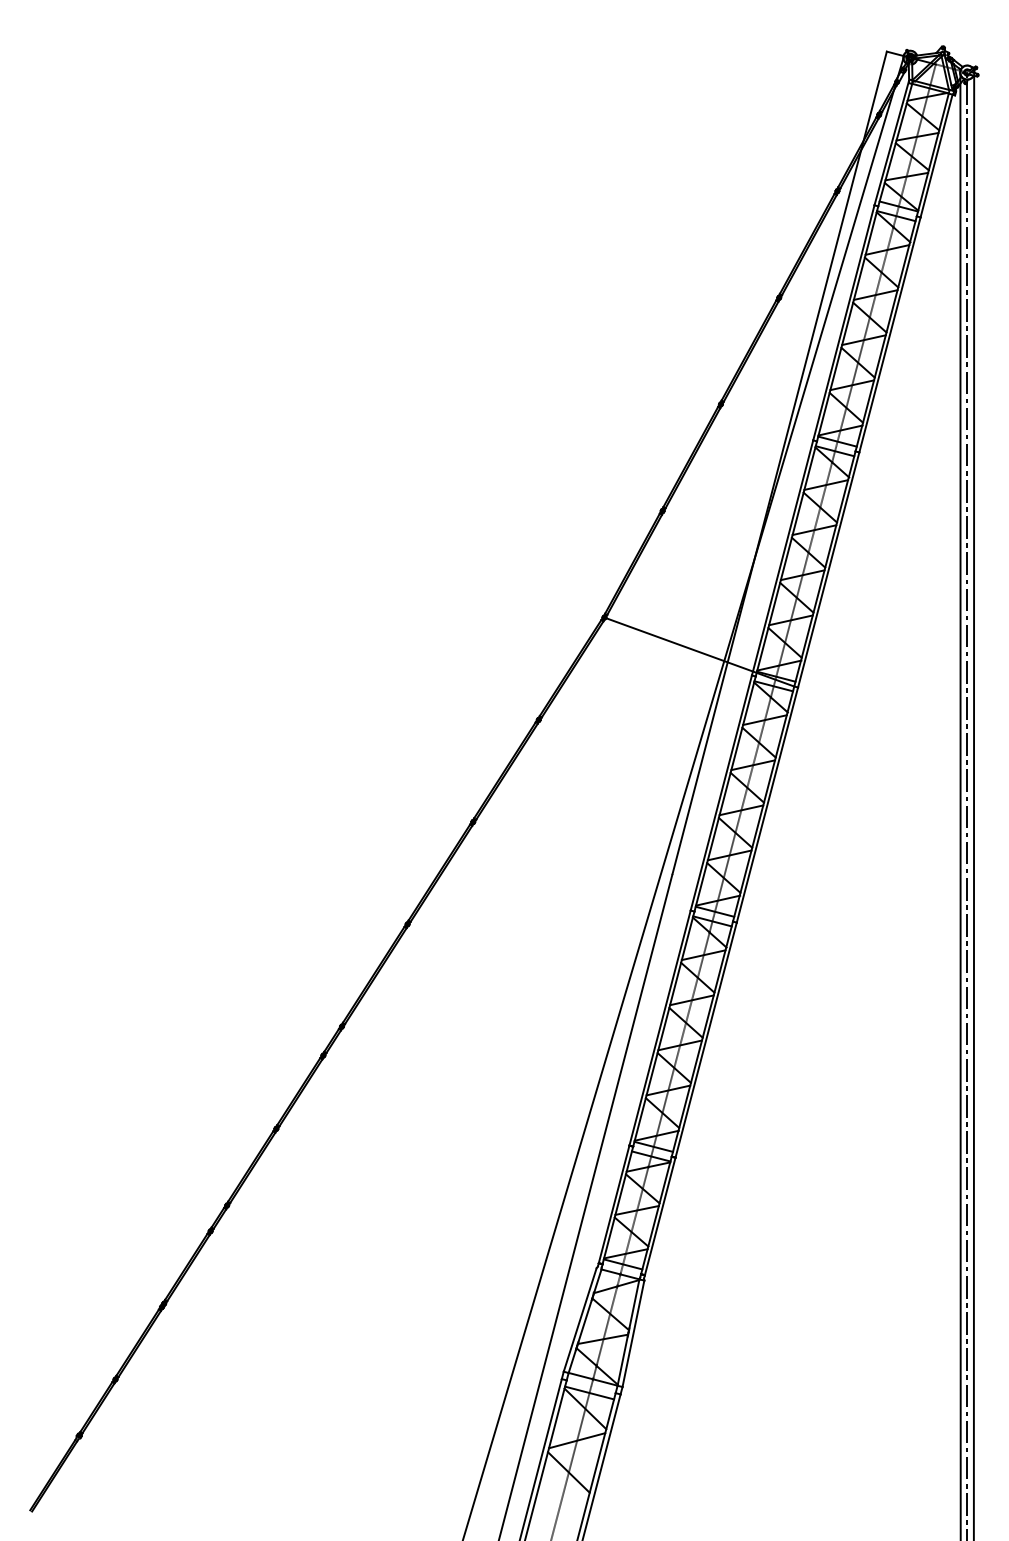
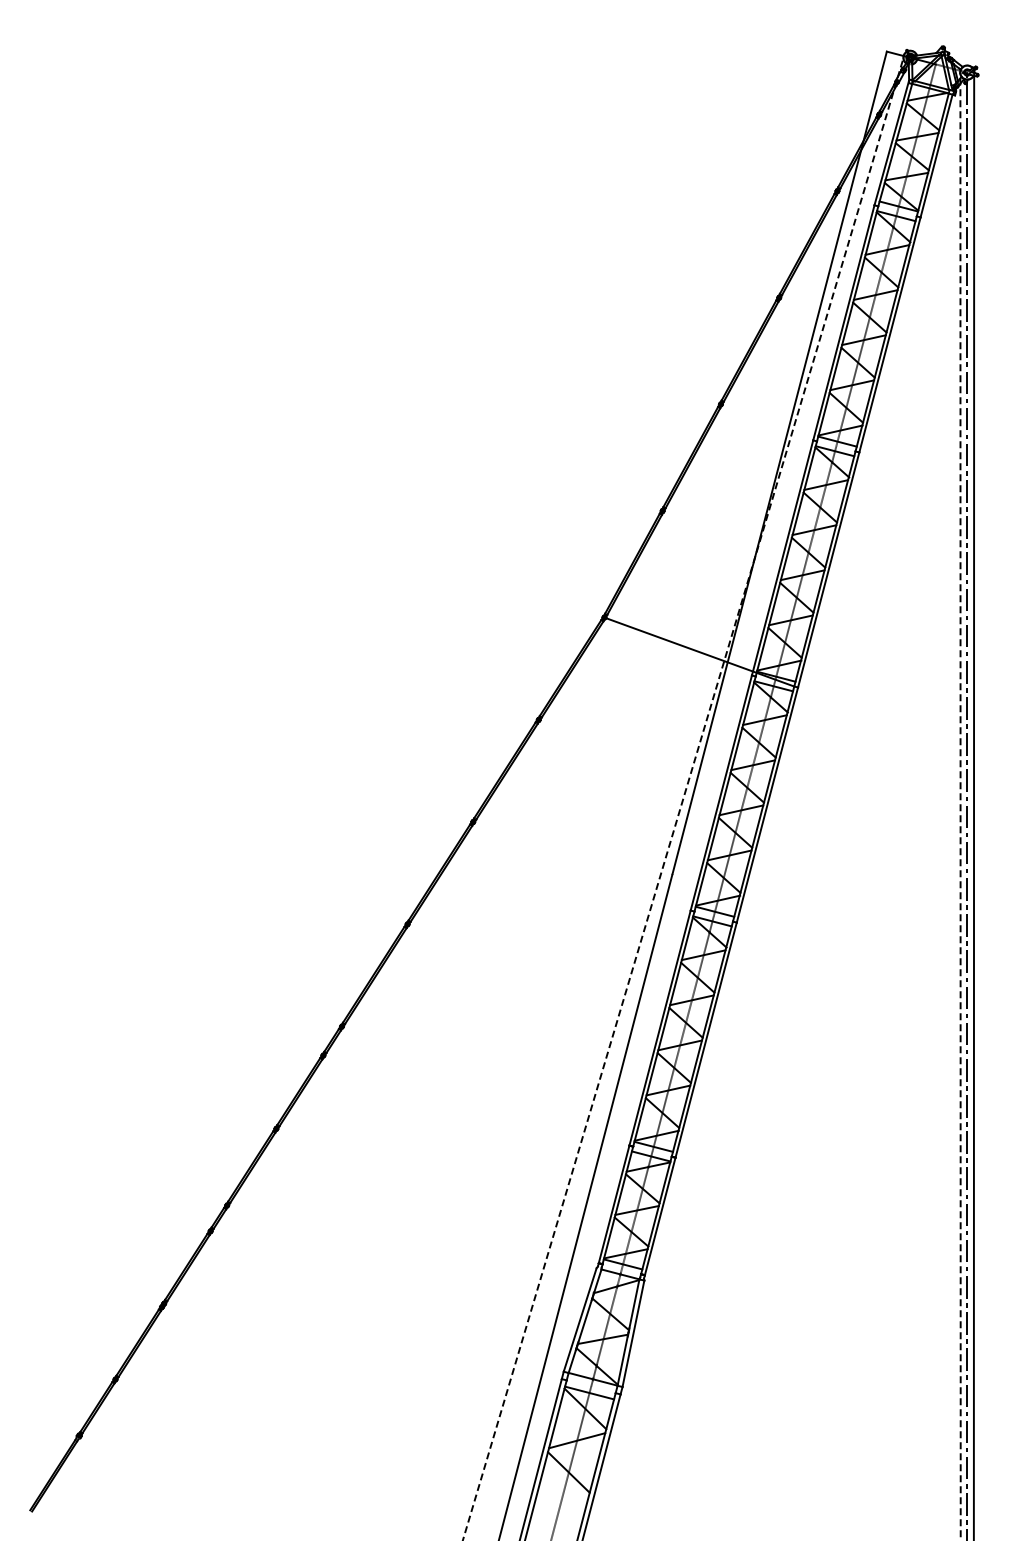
line at (683, 798): solid -> dashed
line at (960, 806): solid -> dashed
